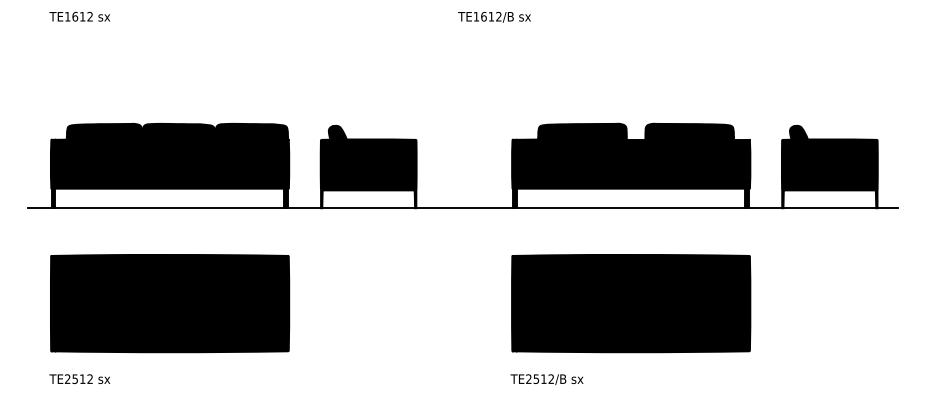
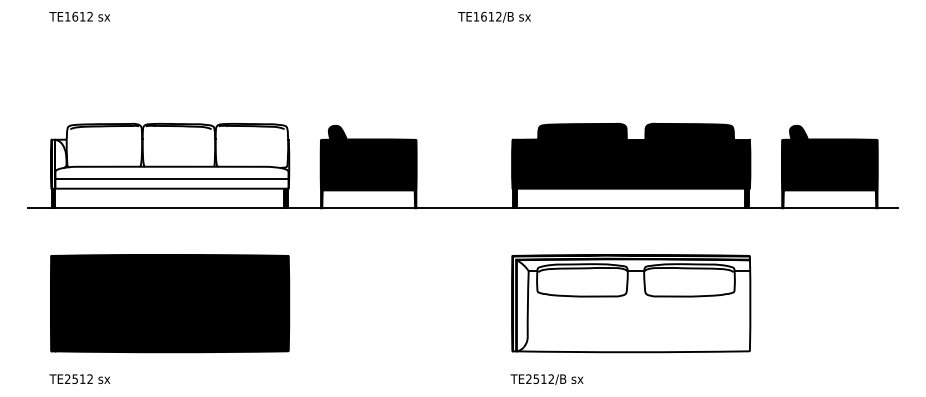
fill at (169, 155): present -> none
fill at (630, 303): present -> none
